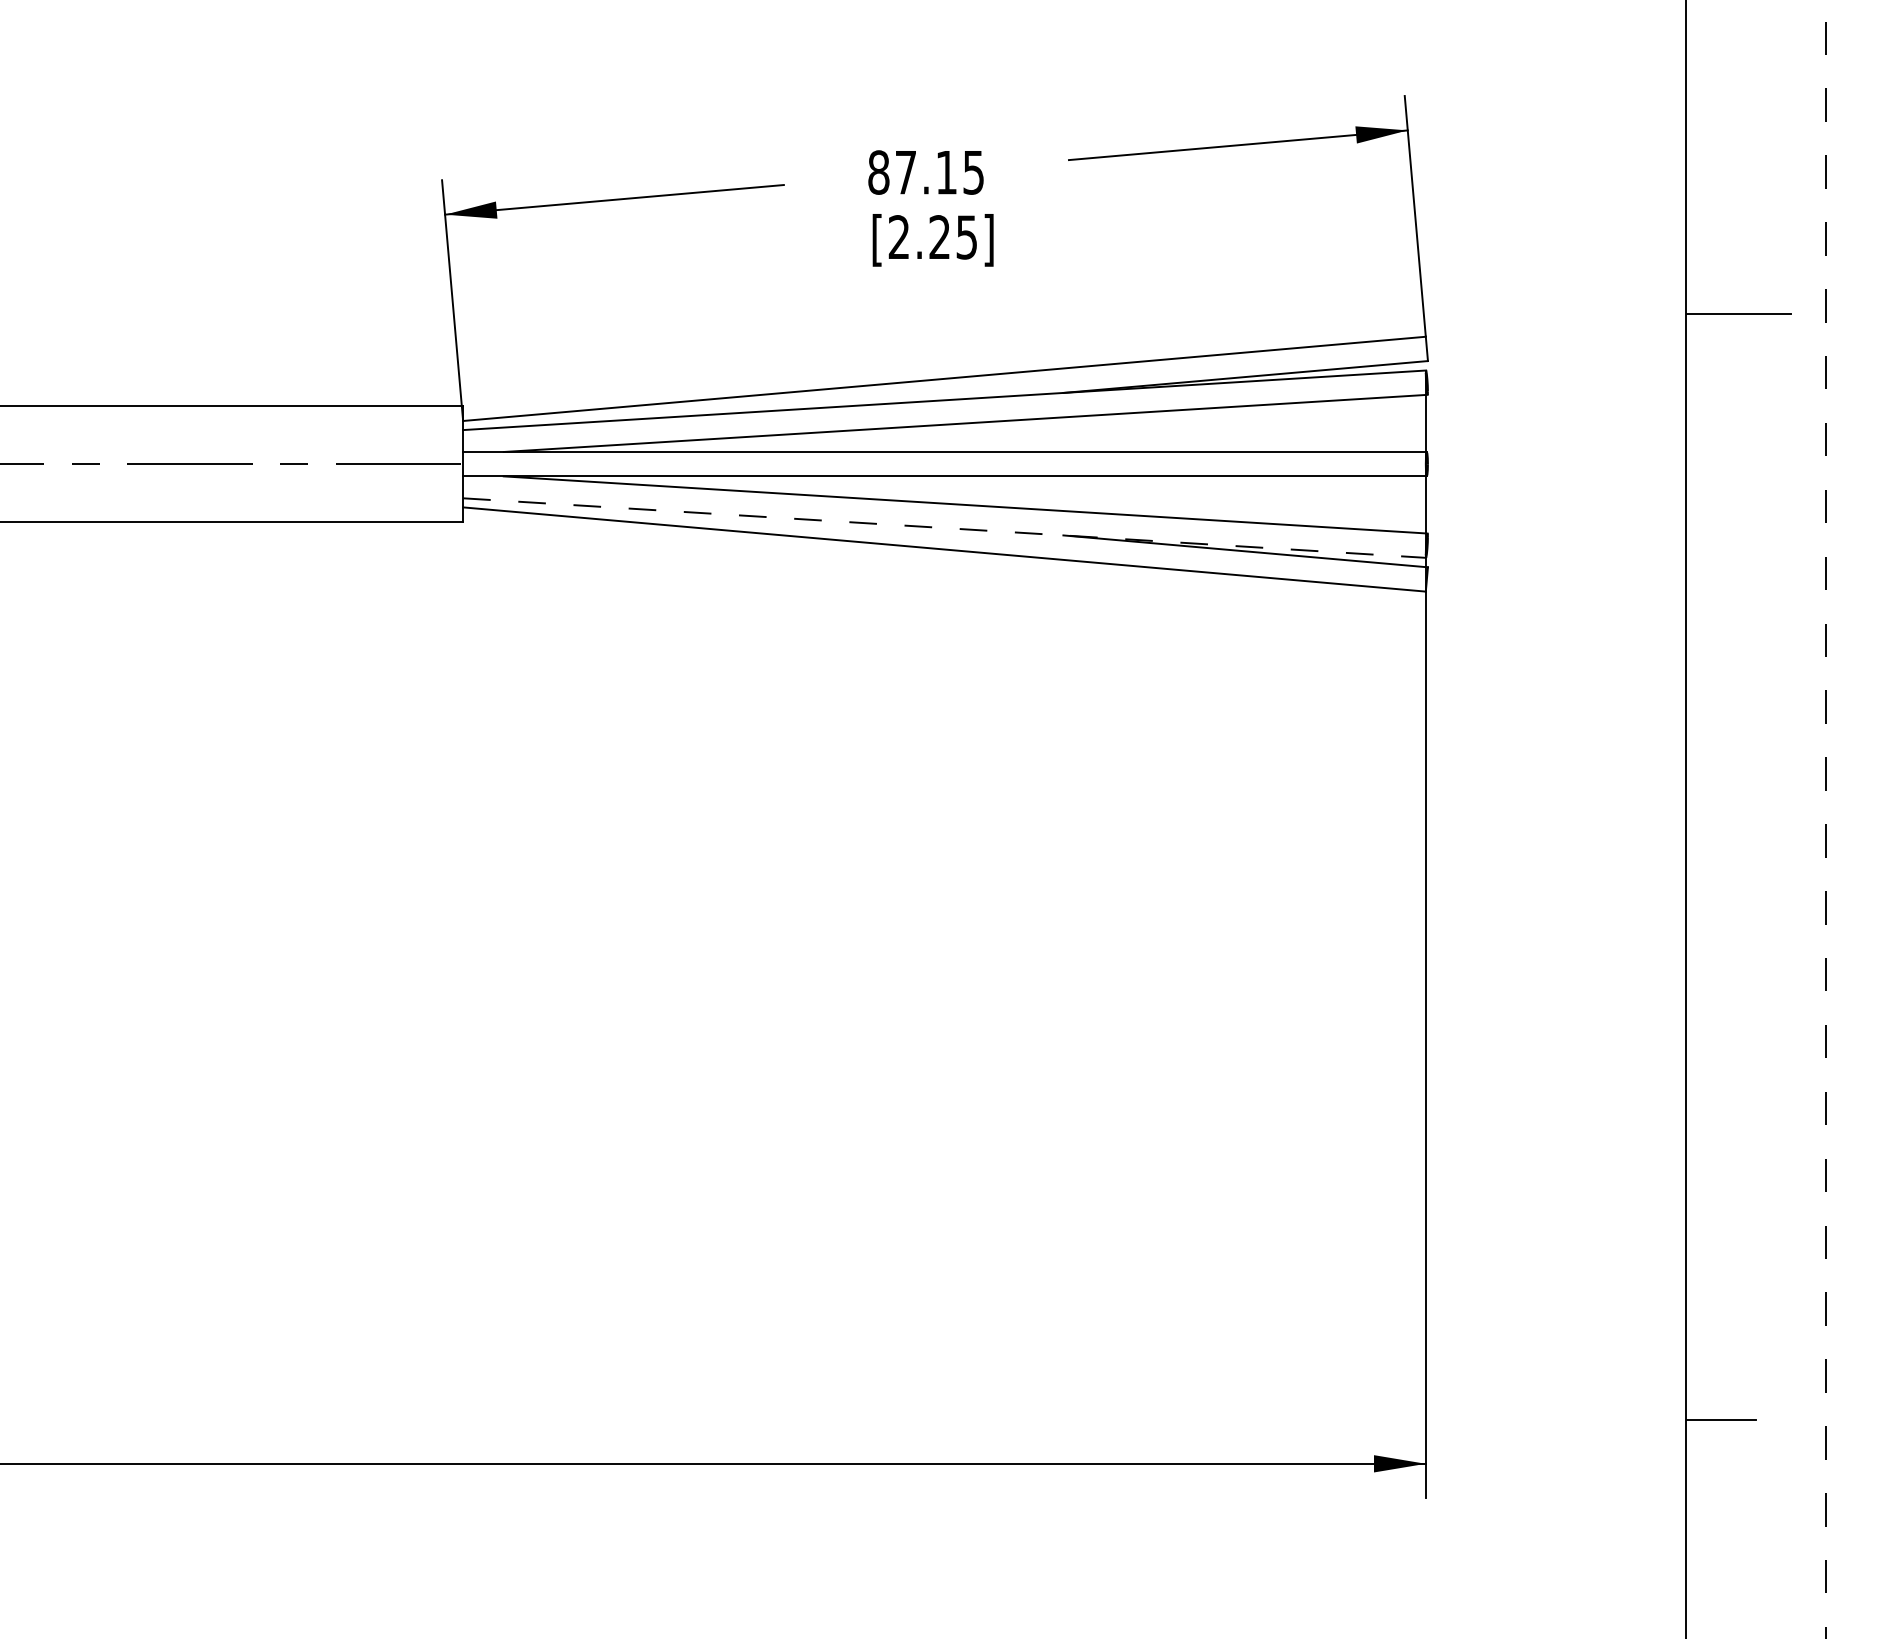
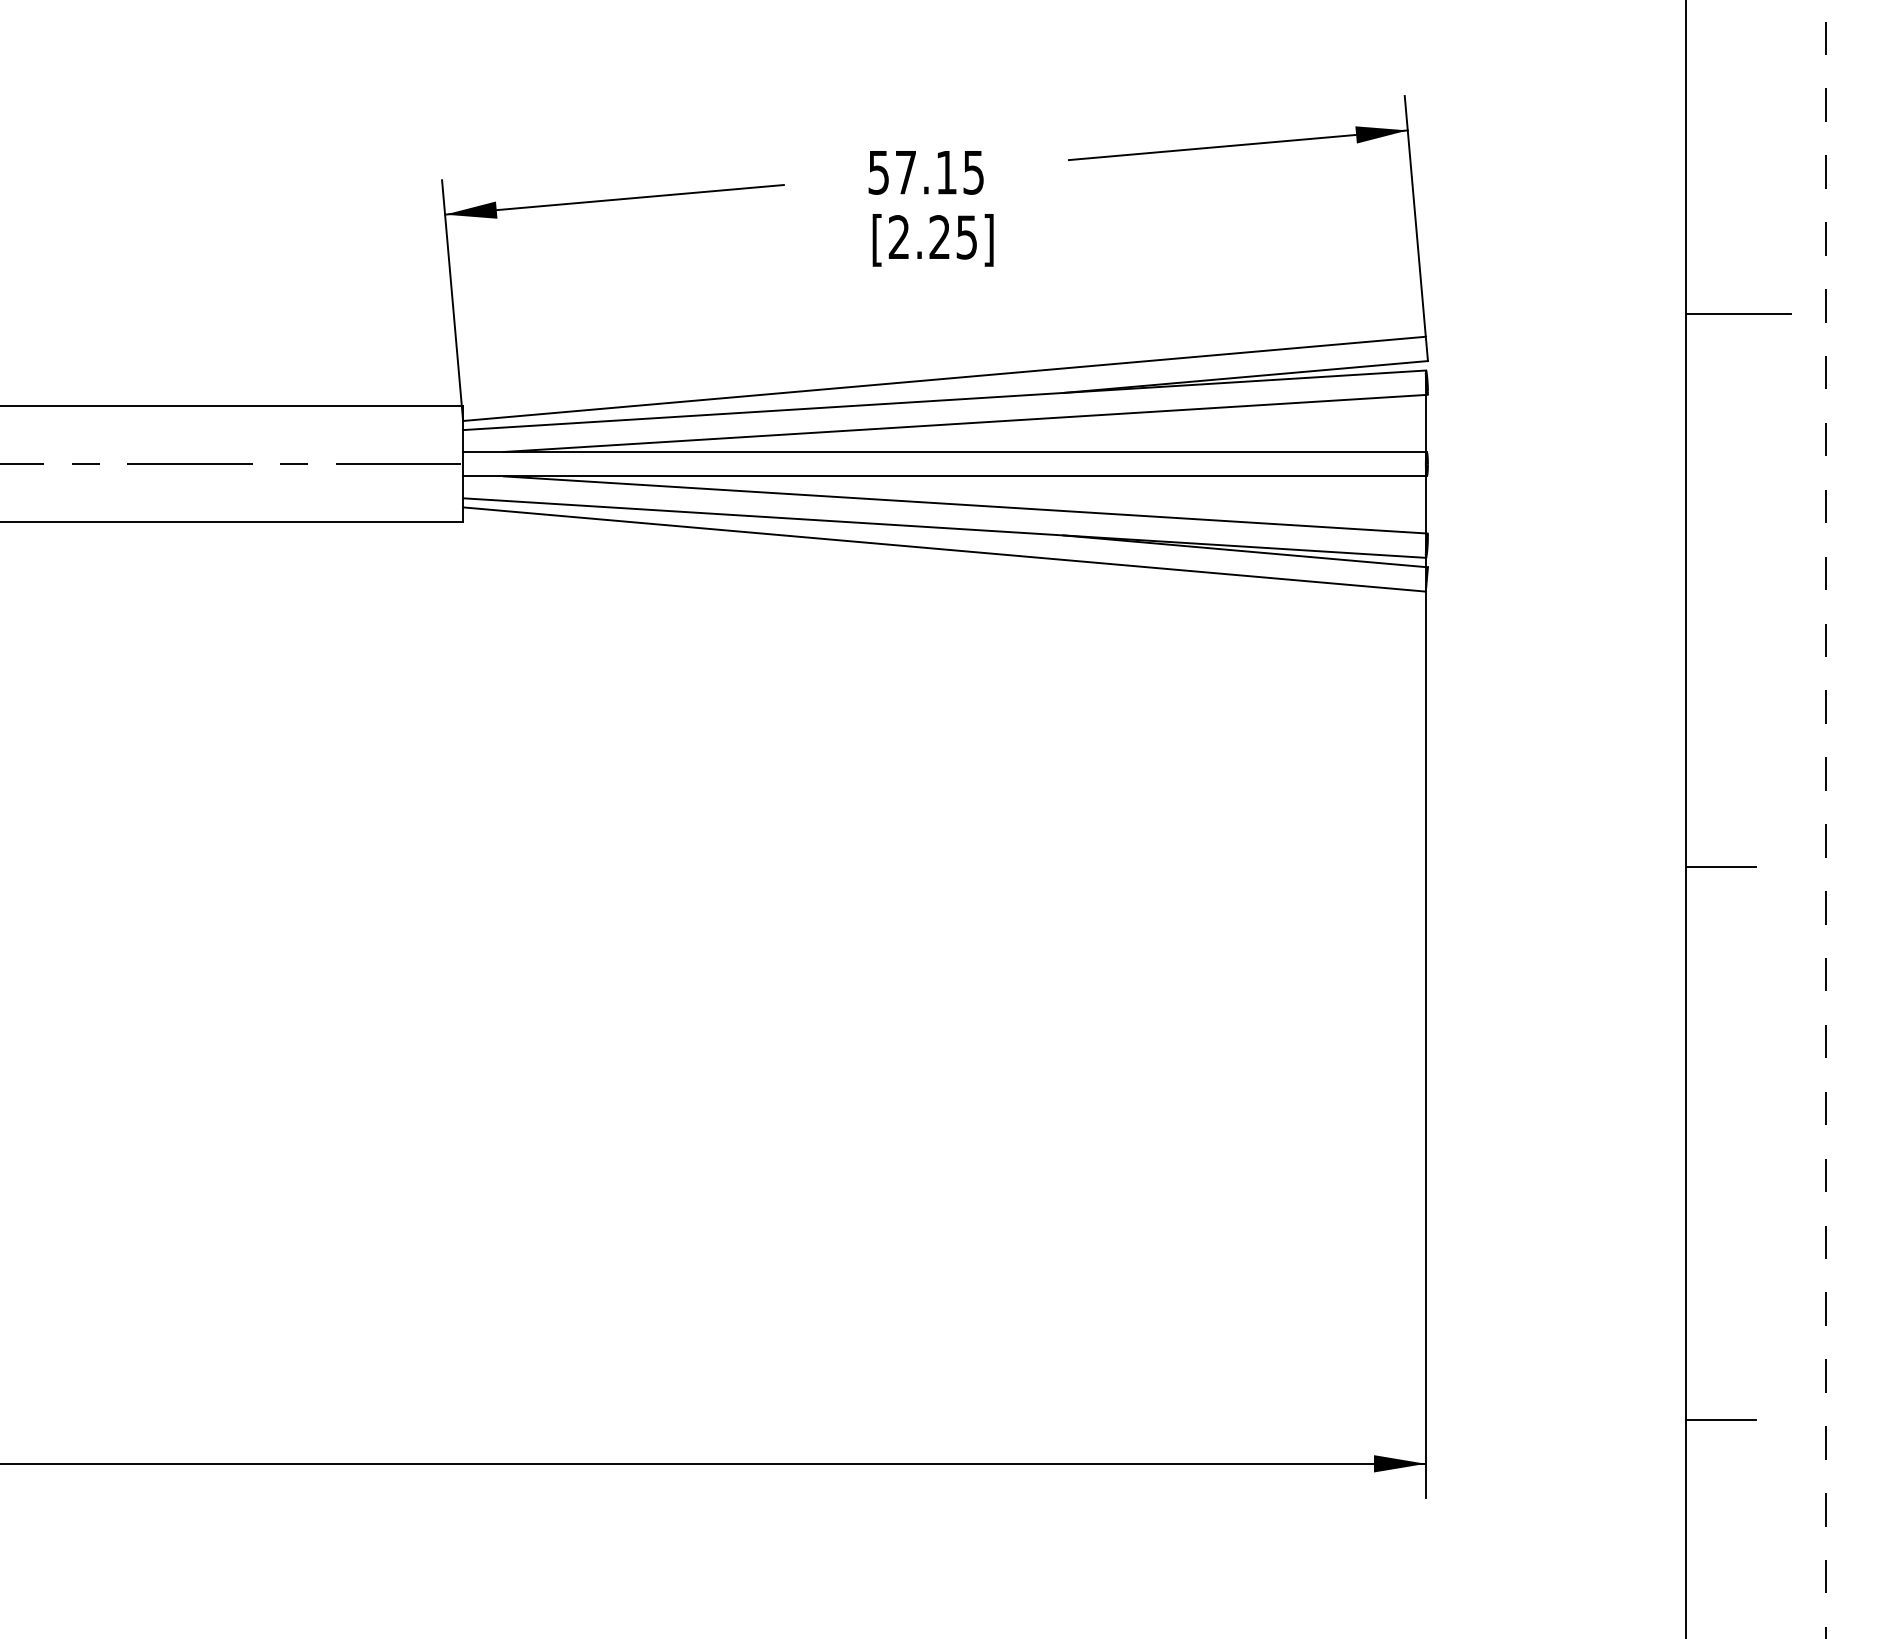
text at (878, 172): 87.15 -> 57.15
line at (945, 528): dashed -> solid
line at (1721, 867): none -> present
